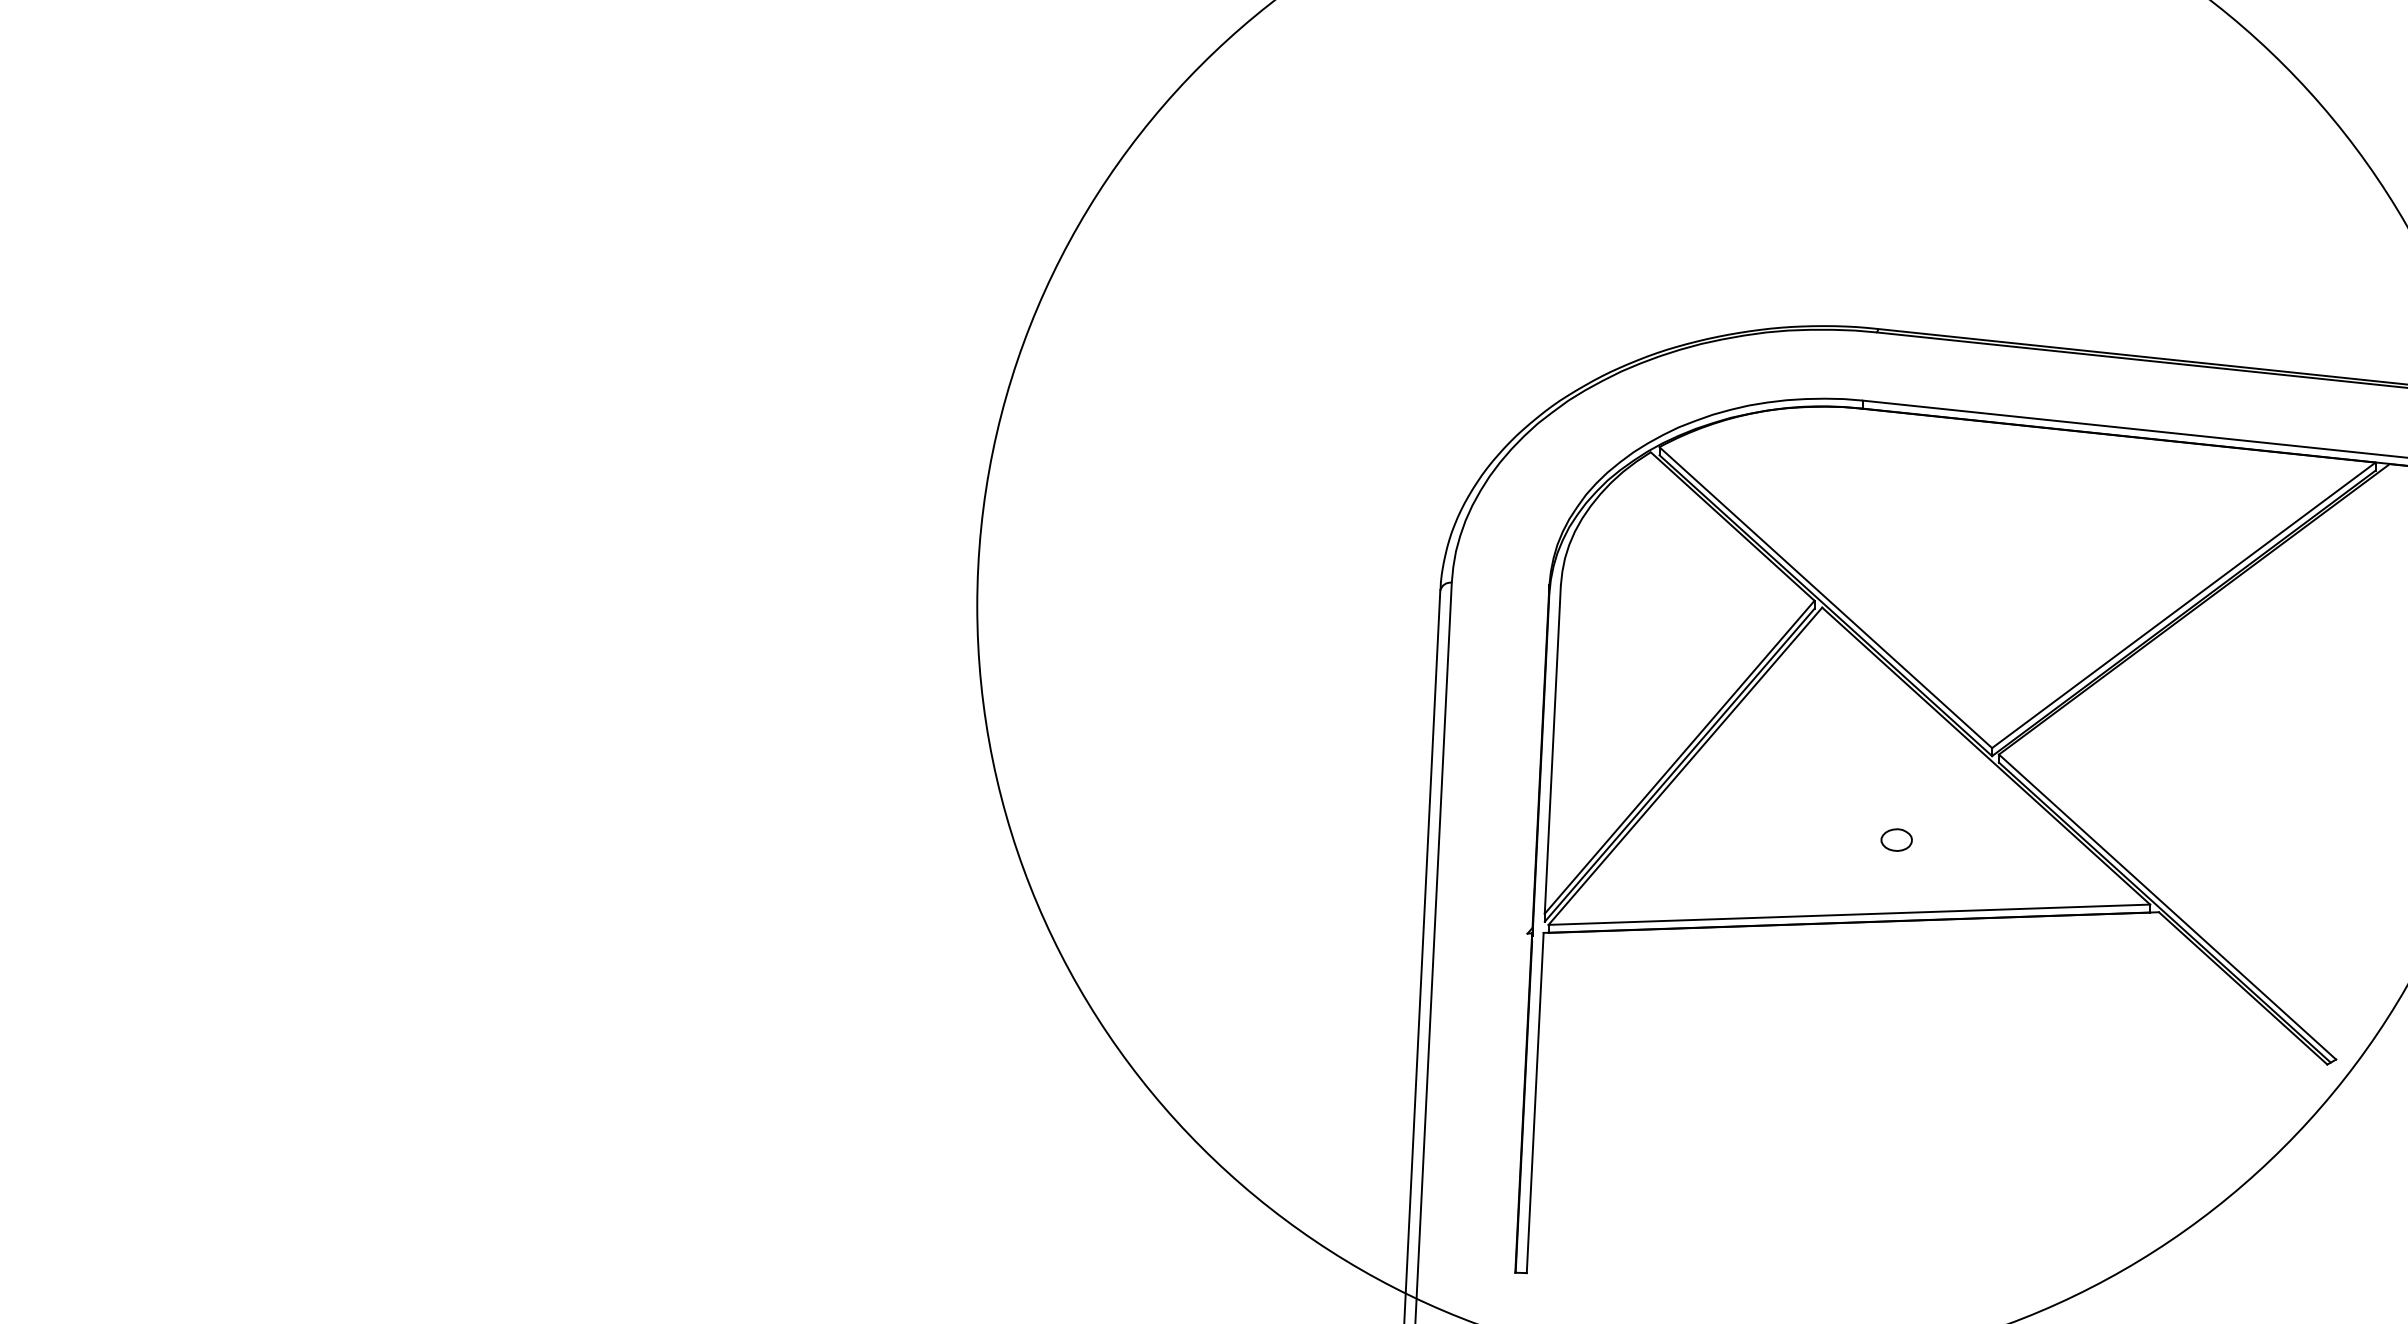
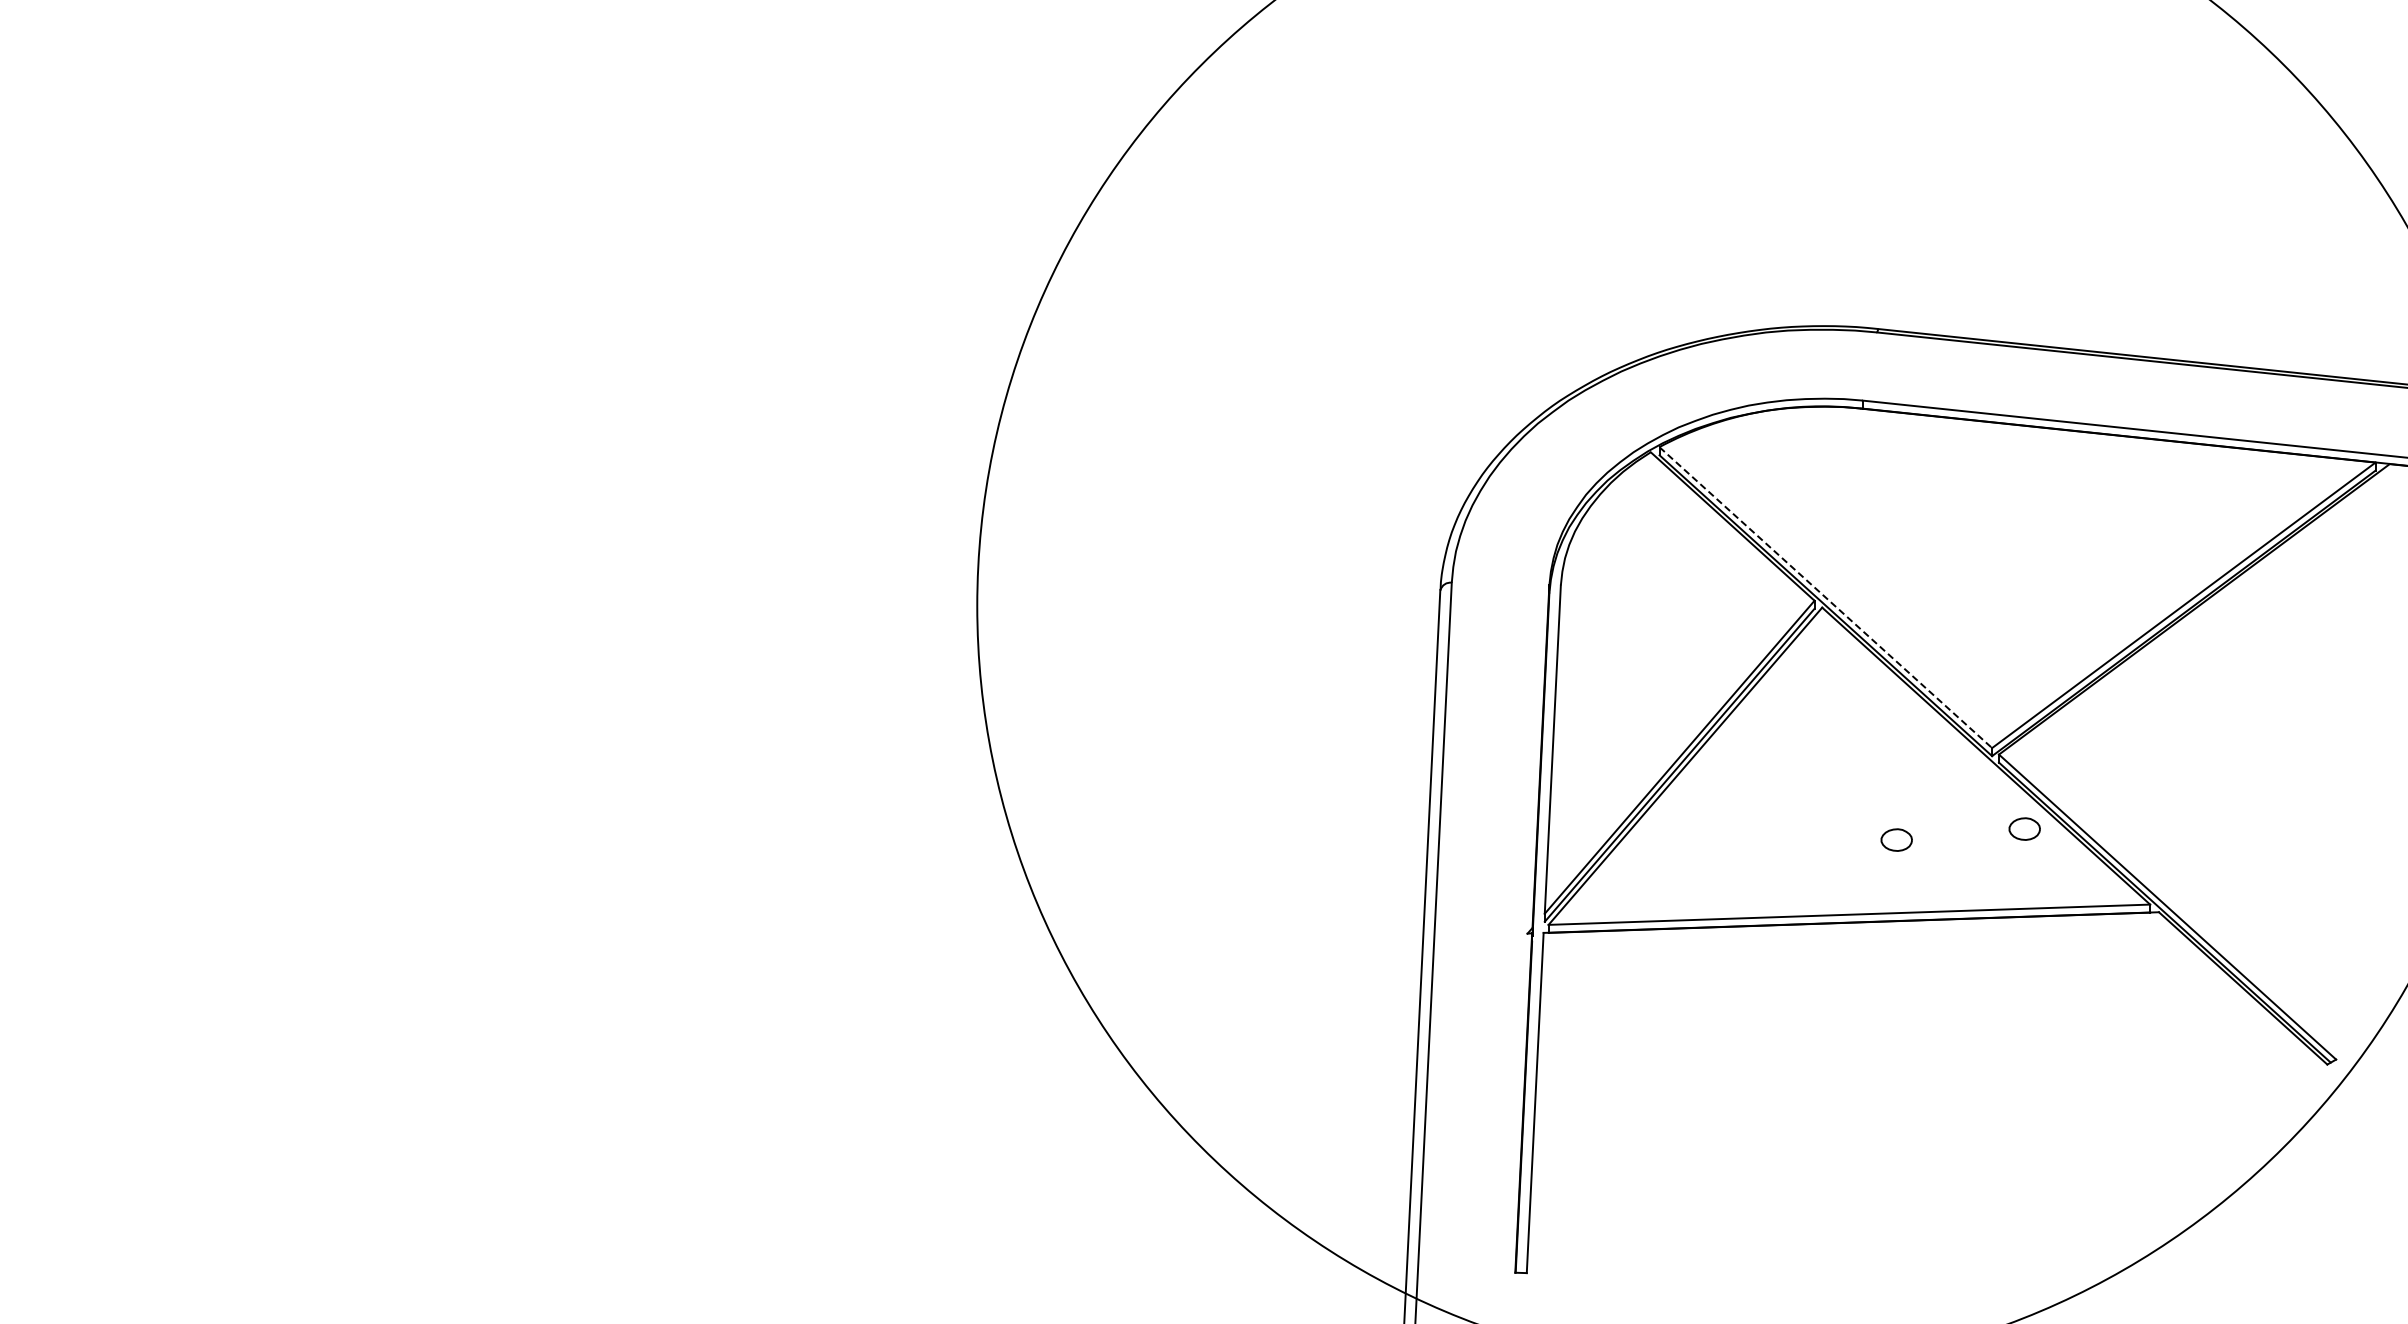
line at (1826, 598): solid -> dashed
part at (2024, 828): none -> present
